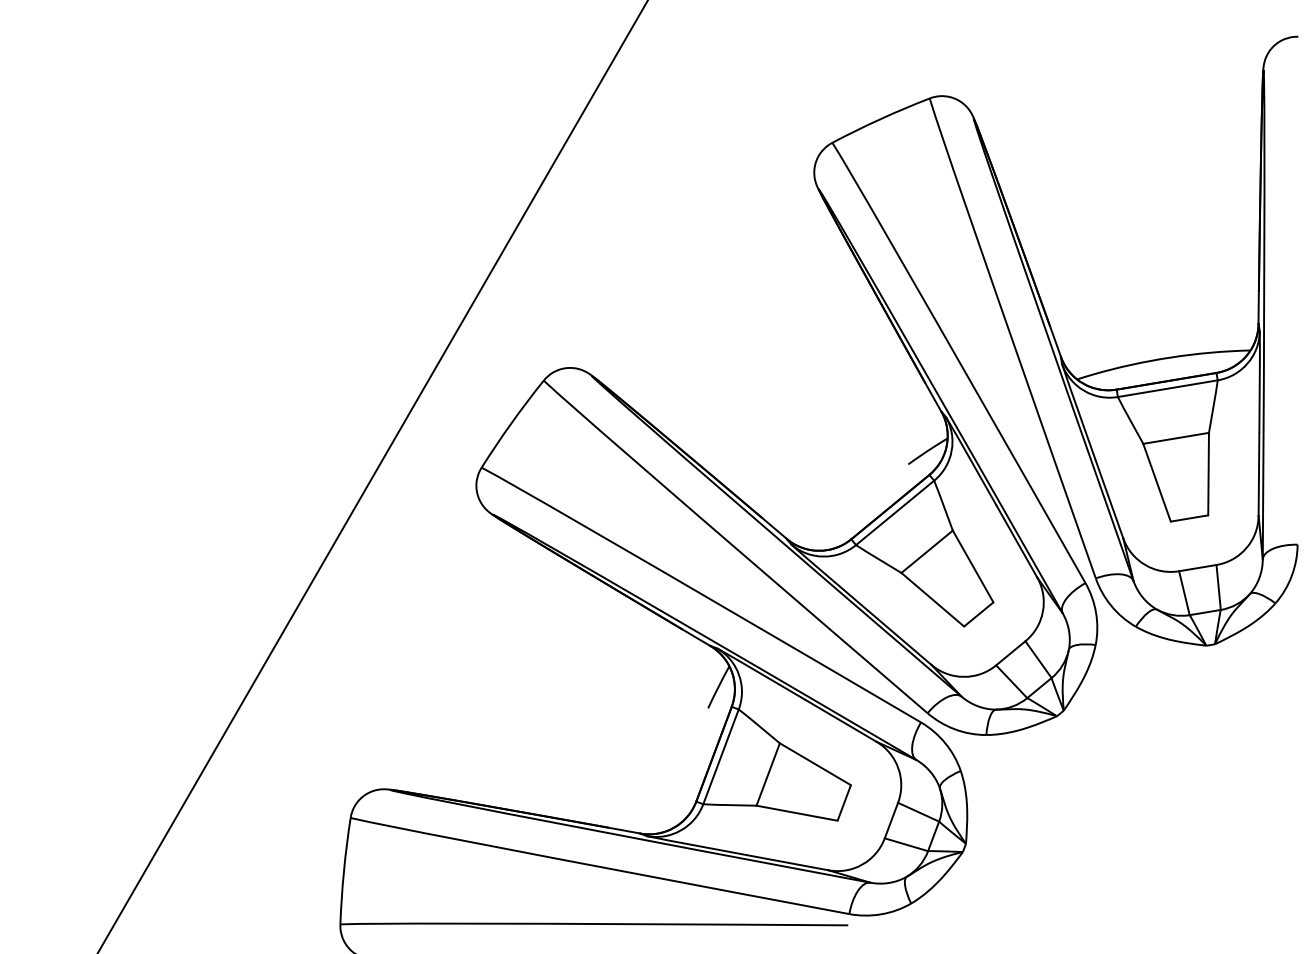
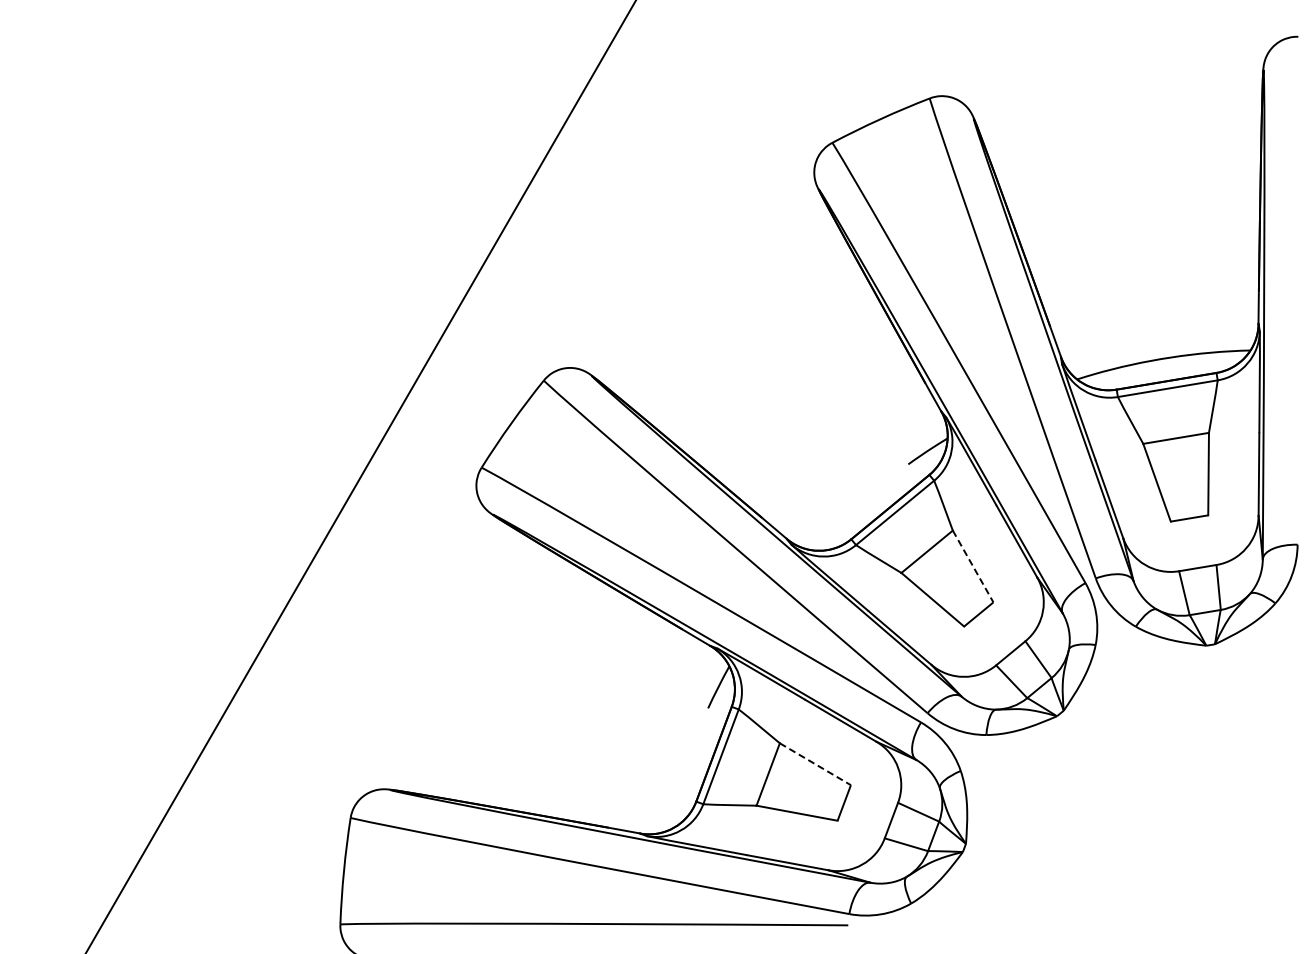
line at (372, 476) position: (372, 476) -> (361, 476)
line at (973, 566): solid -> dashed
line at (815, 764): solid -> dashed
